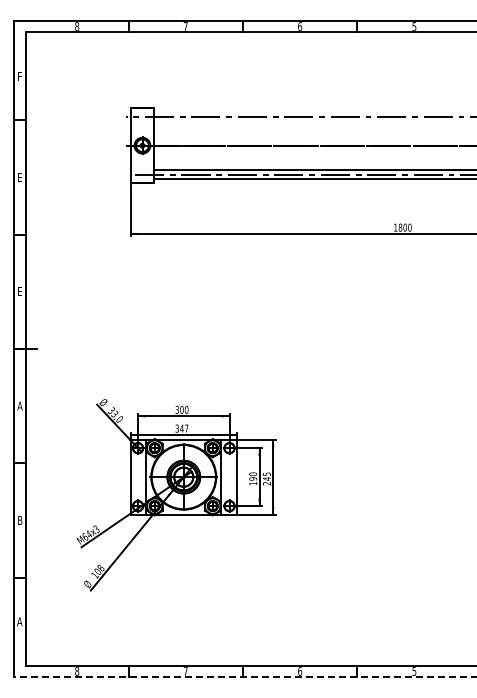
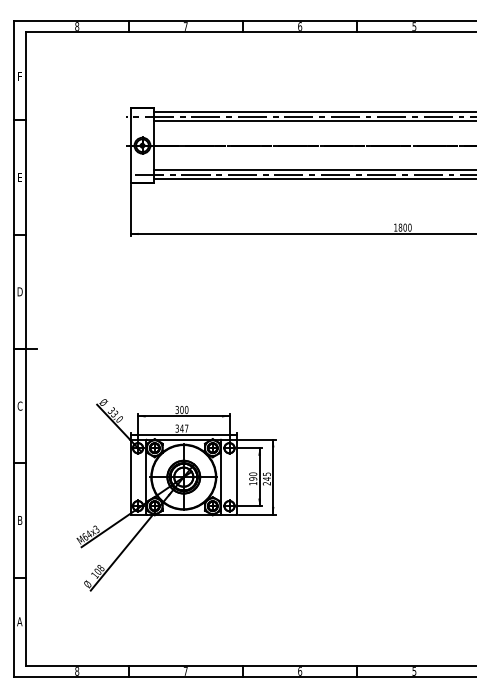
line at (313, 112): none -> present
line at (313, 121): none -> present
text at (19, 291): E -> D
text at (19, 405): A -> C
line at (245, 677): dashed -> solid
